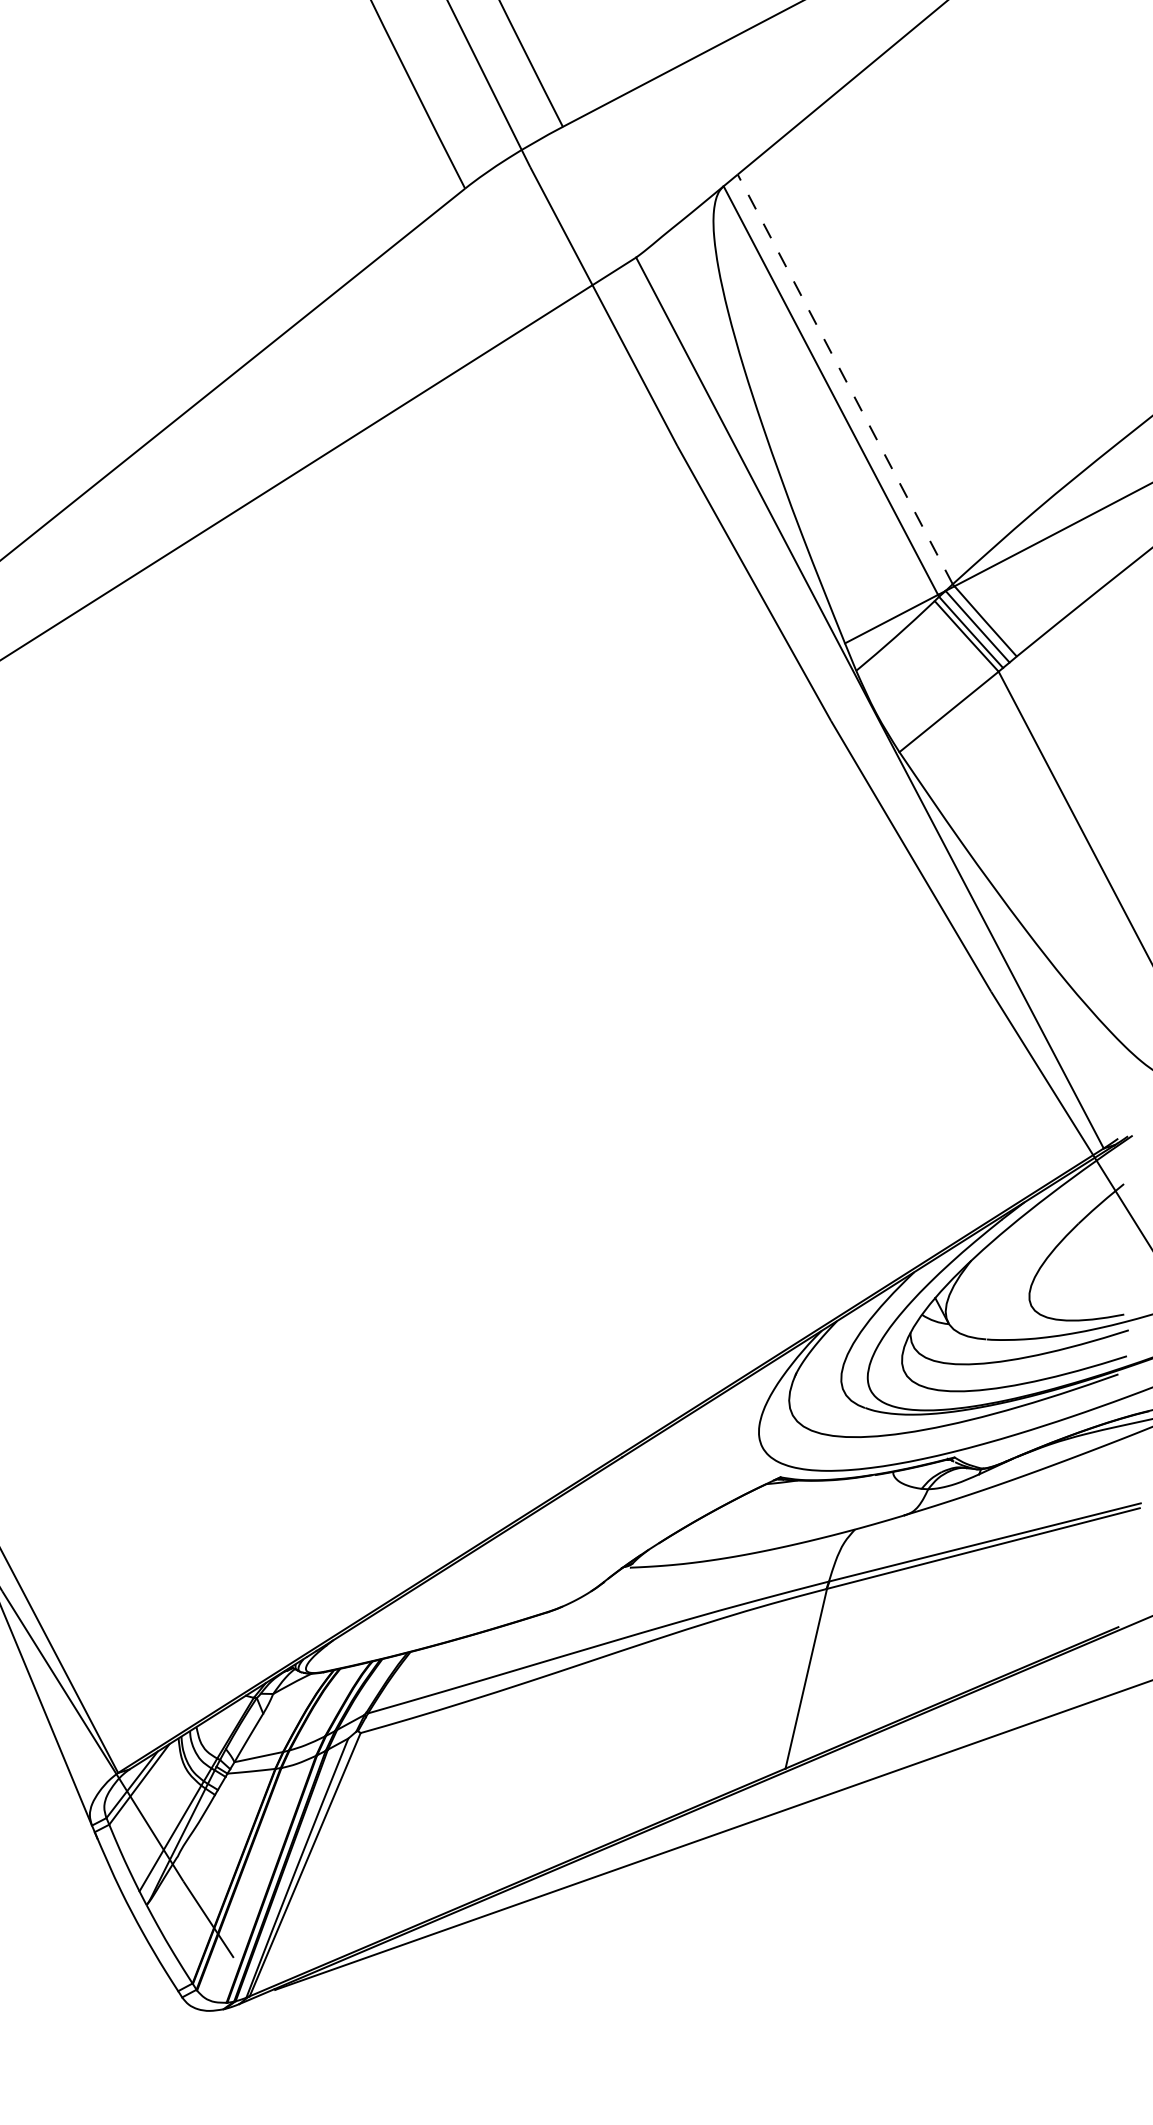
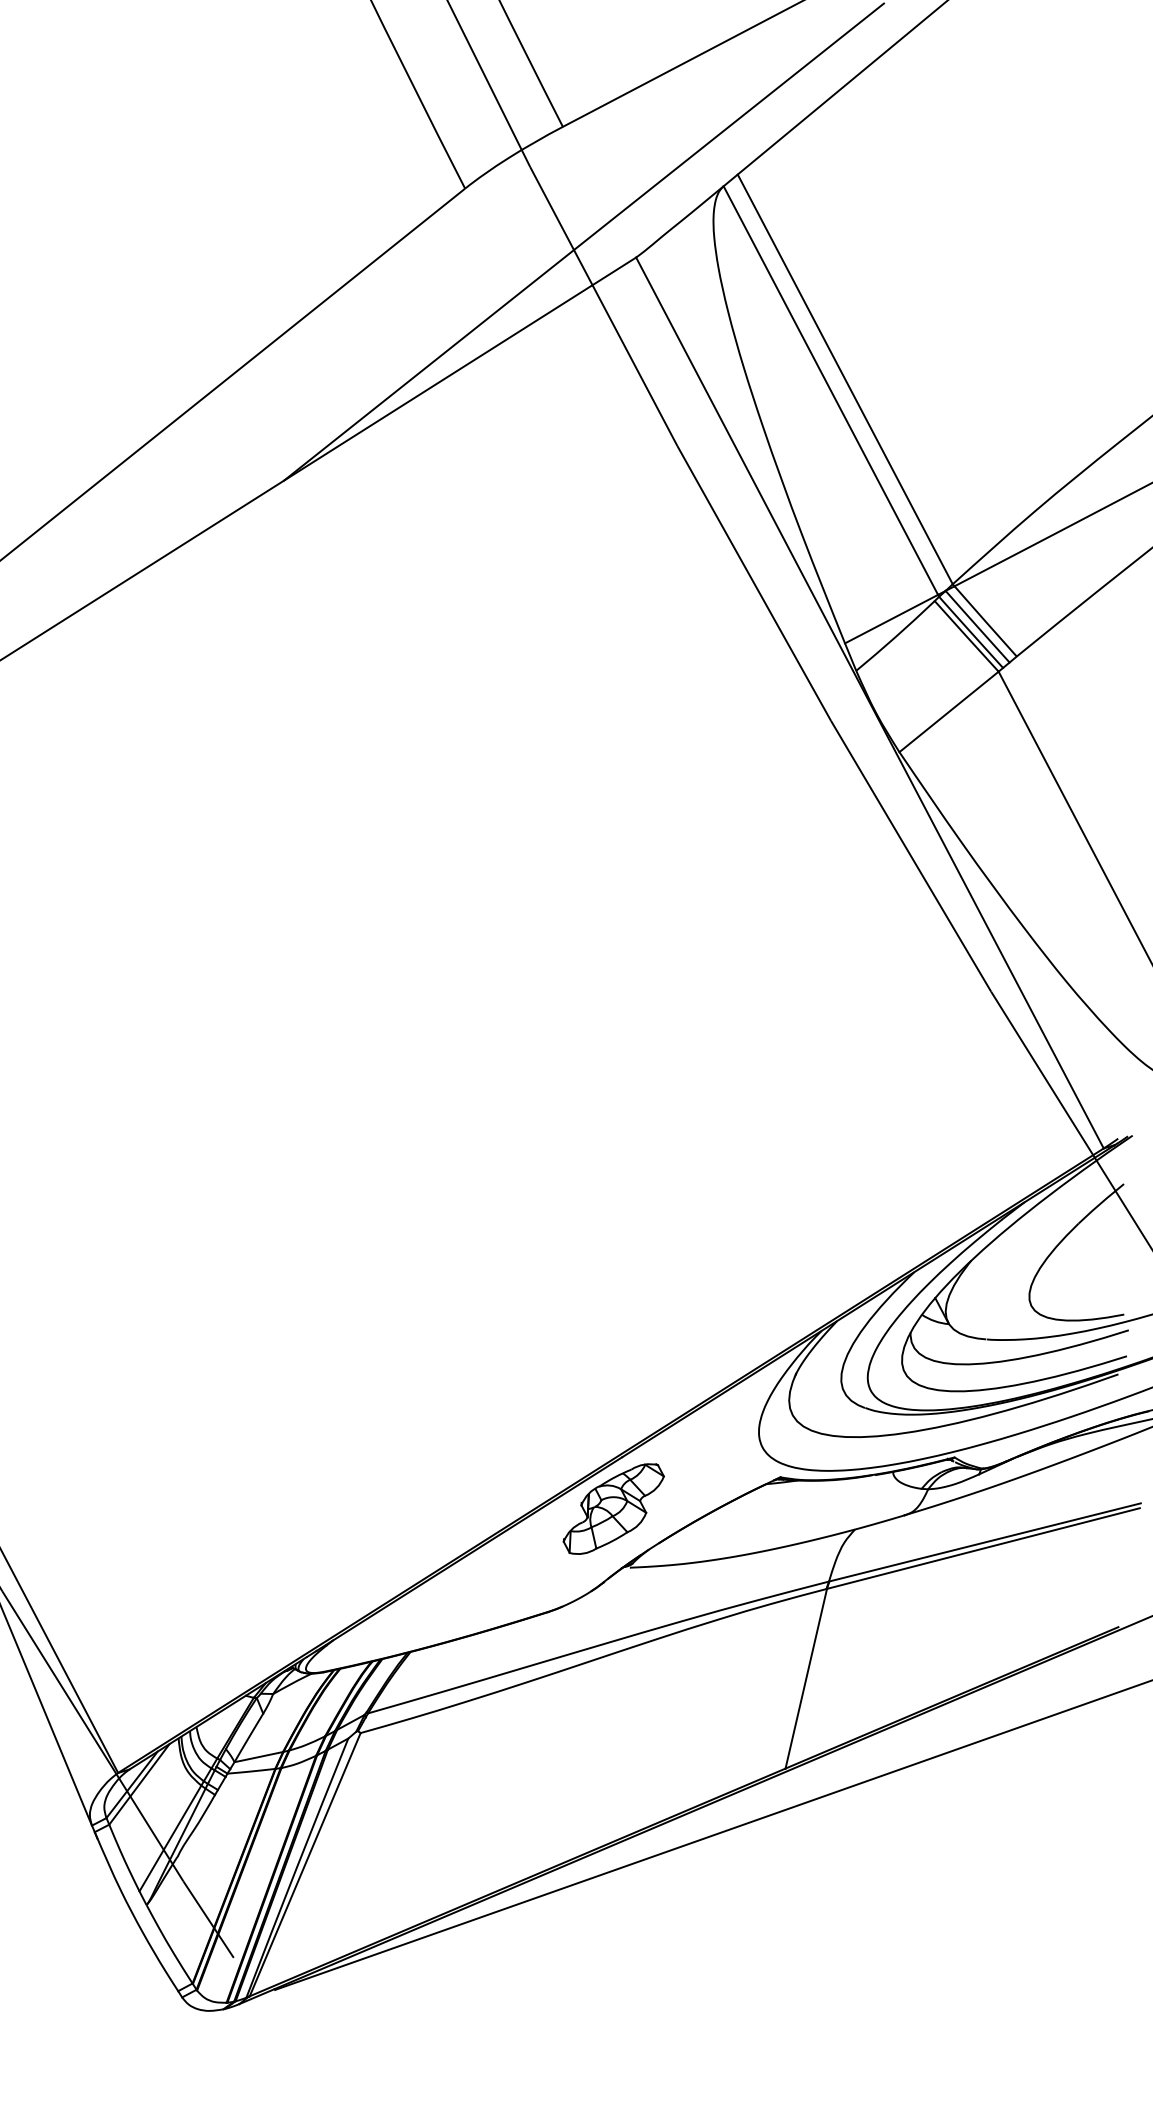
line at (583, 241): none -> present
line at (845, 378): dashed -> solid
part at (613, 1508): none -> present
